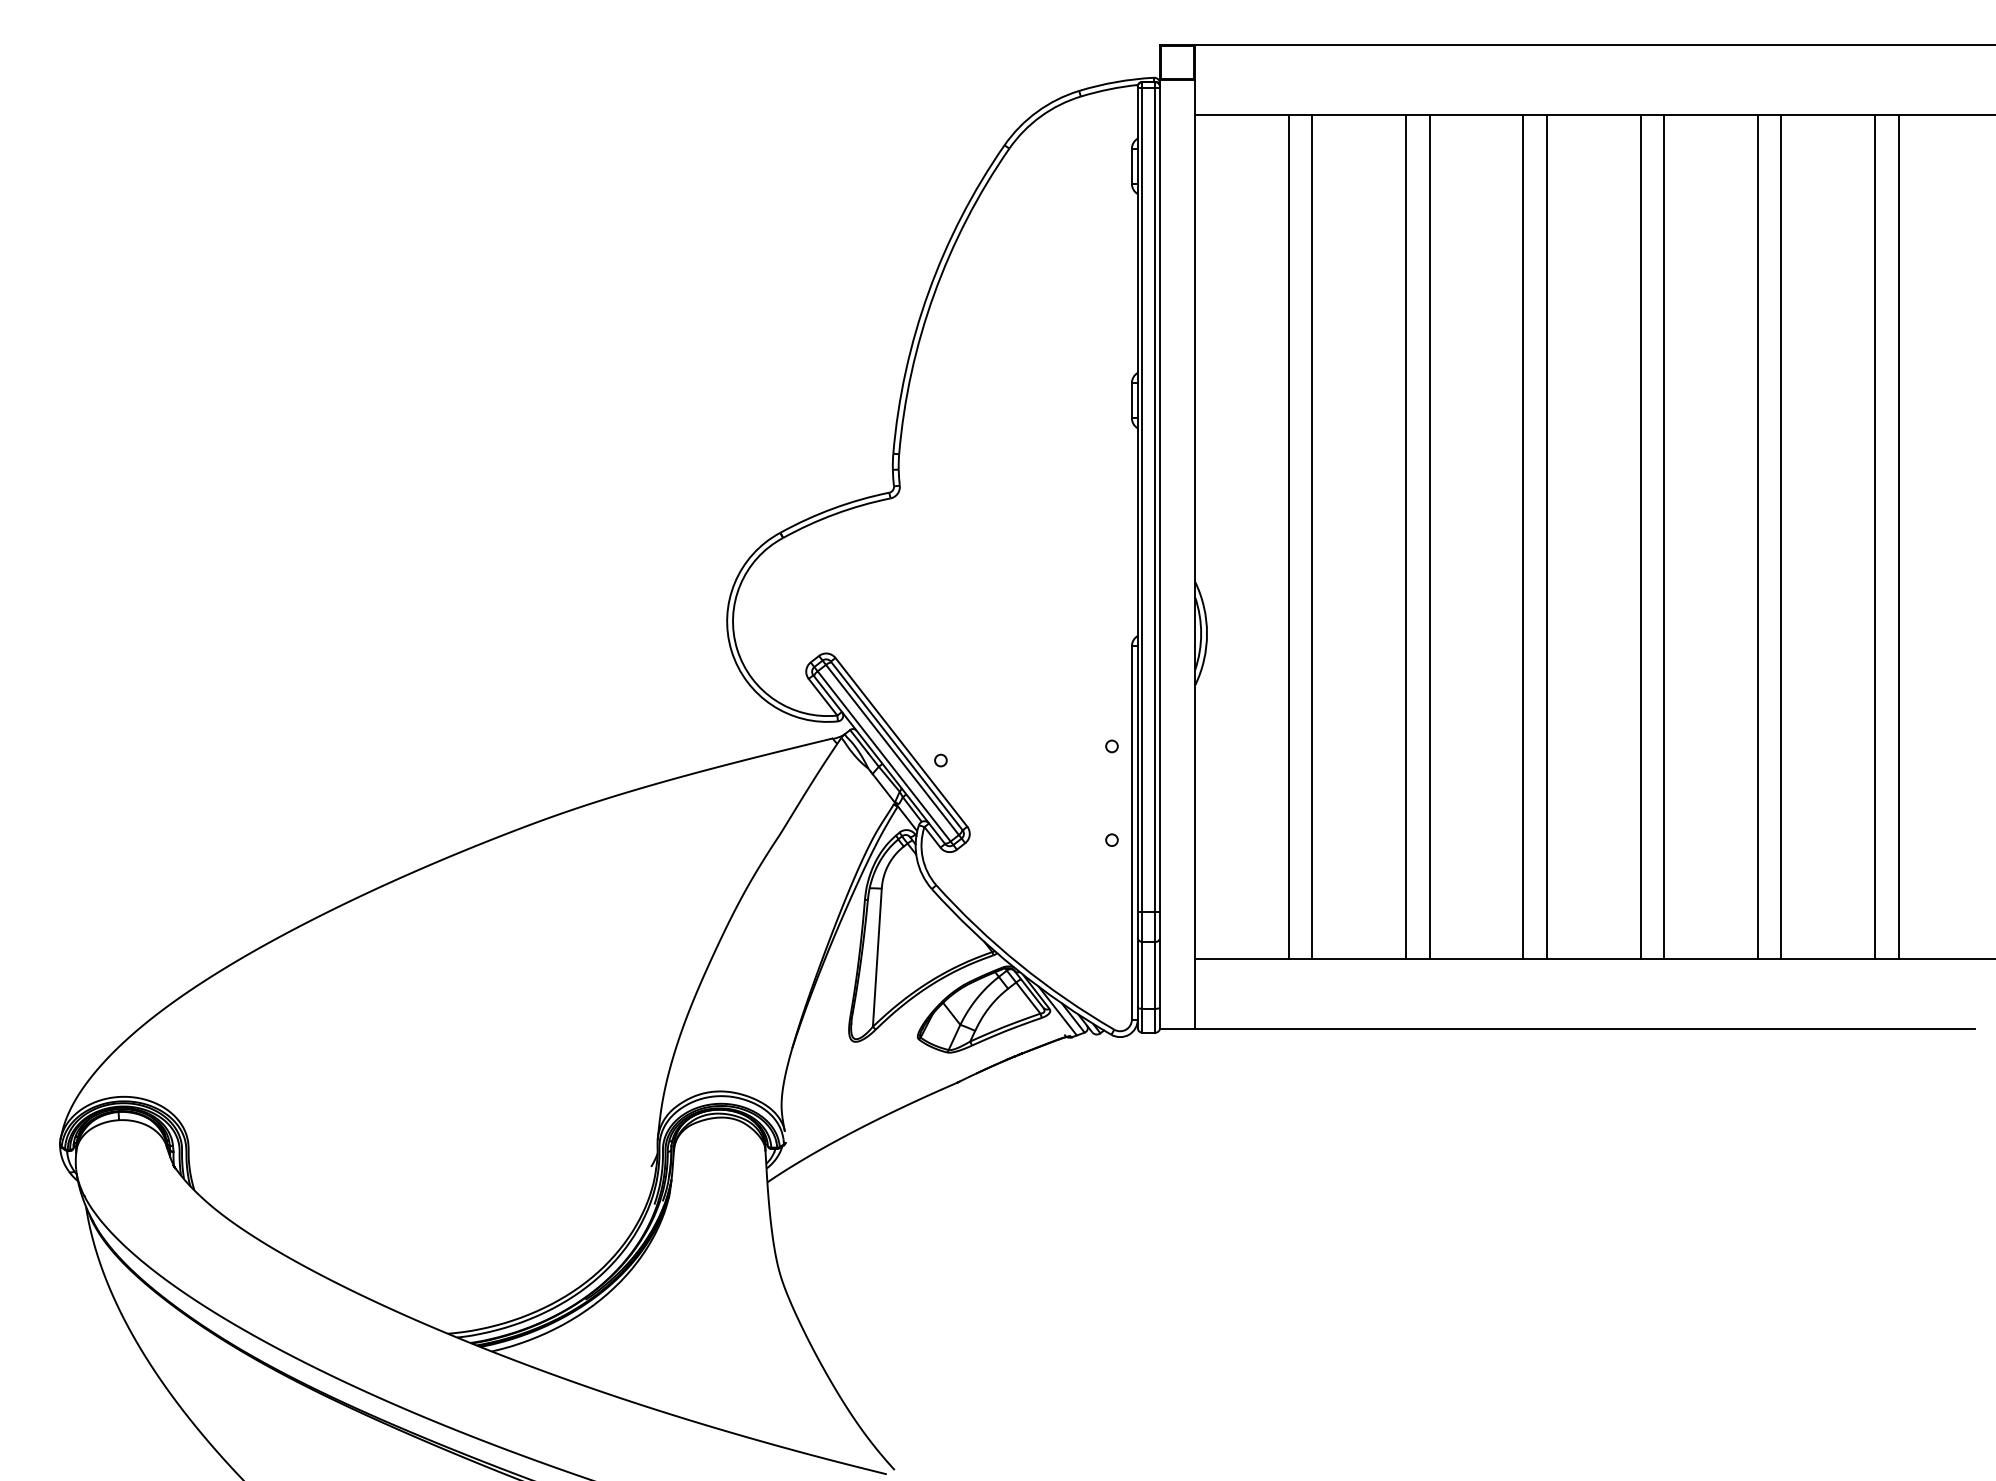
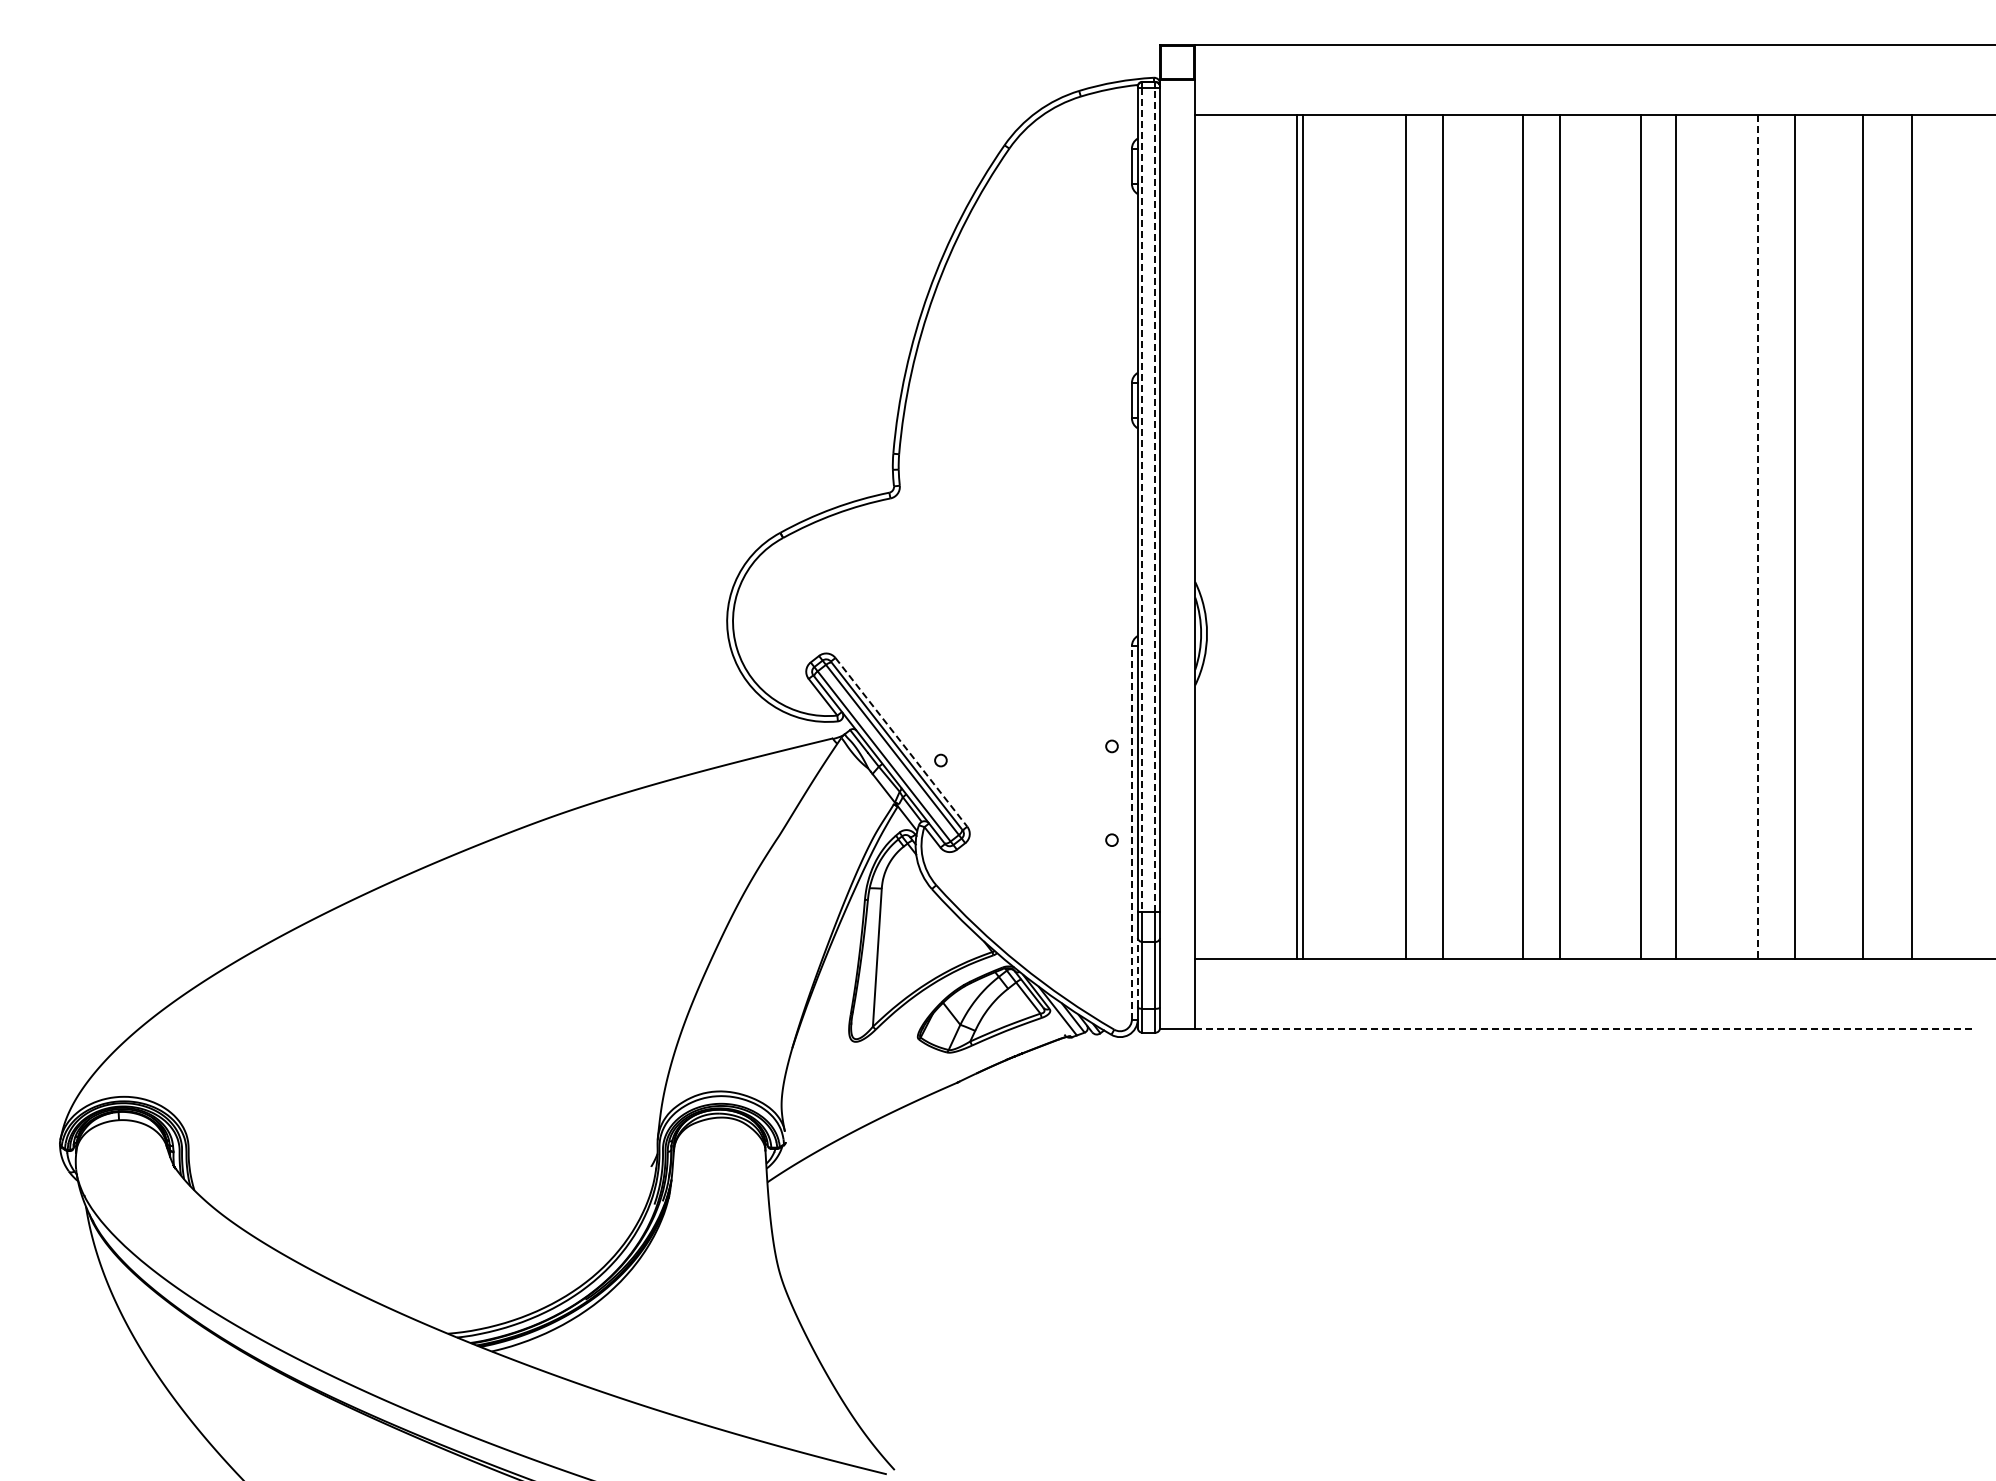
line at (1142, 499): solid -> dashed
line at (1155, 499): solid -> dashed
line at (1289, 536) position: (1289, 536) -> (1303, 536)
line at (1312, 536) position: (1312, 536) -> (1297, 536)
line at (1429, 536) position: (1429, 536) -> (1442, 536)
line at (1546, 536) position: (1546, 536) -> (1559, 536)
line at (1664, 536) position: (1664, 536) -> (1676, 536)
line at (1757, 536): solid -> dashed
line at (1781, 536) position: (1781, 536) -> (1795, 536)
line at (1875, 536) position: (1875, 536) -> (1863, 536)
line at (1898, 536) position: (1898, 536) -> (1911, 536)
line at (901, 742): solid -> dashed
line at (1131, 832): solid -> dashed
line at (1137, 972): solid -> dashed
line at (1585, 1029): solid -> dashed
